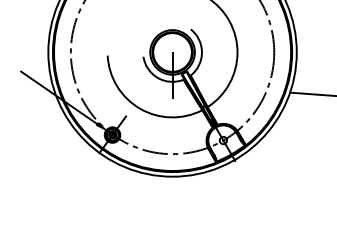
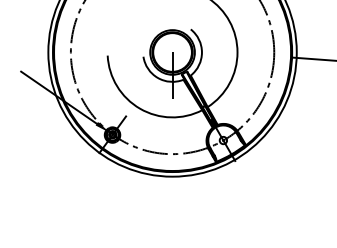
line at (311, 93) position: (311, 93) -> (313, 58)
